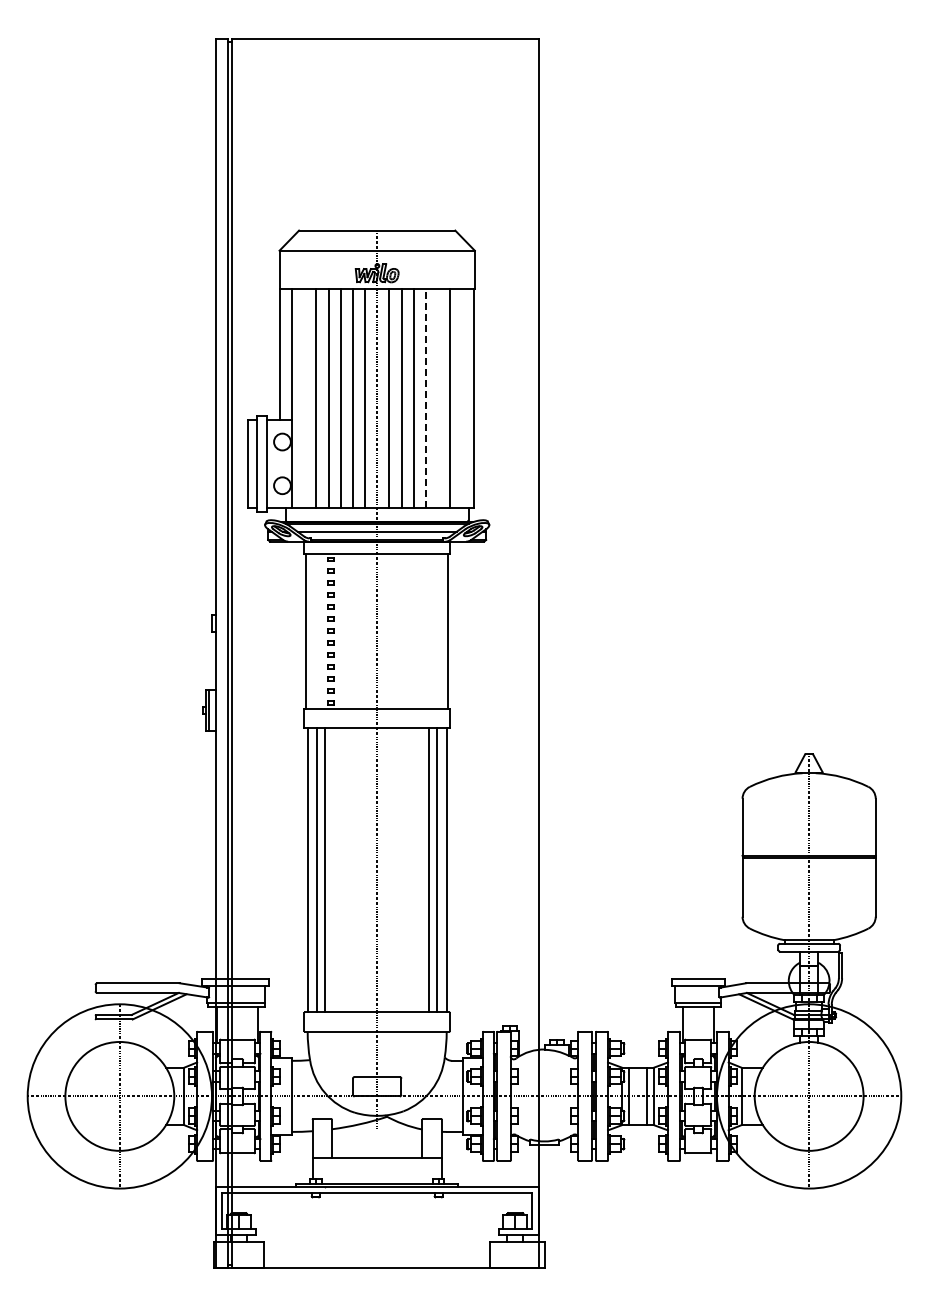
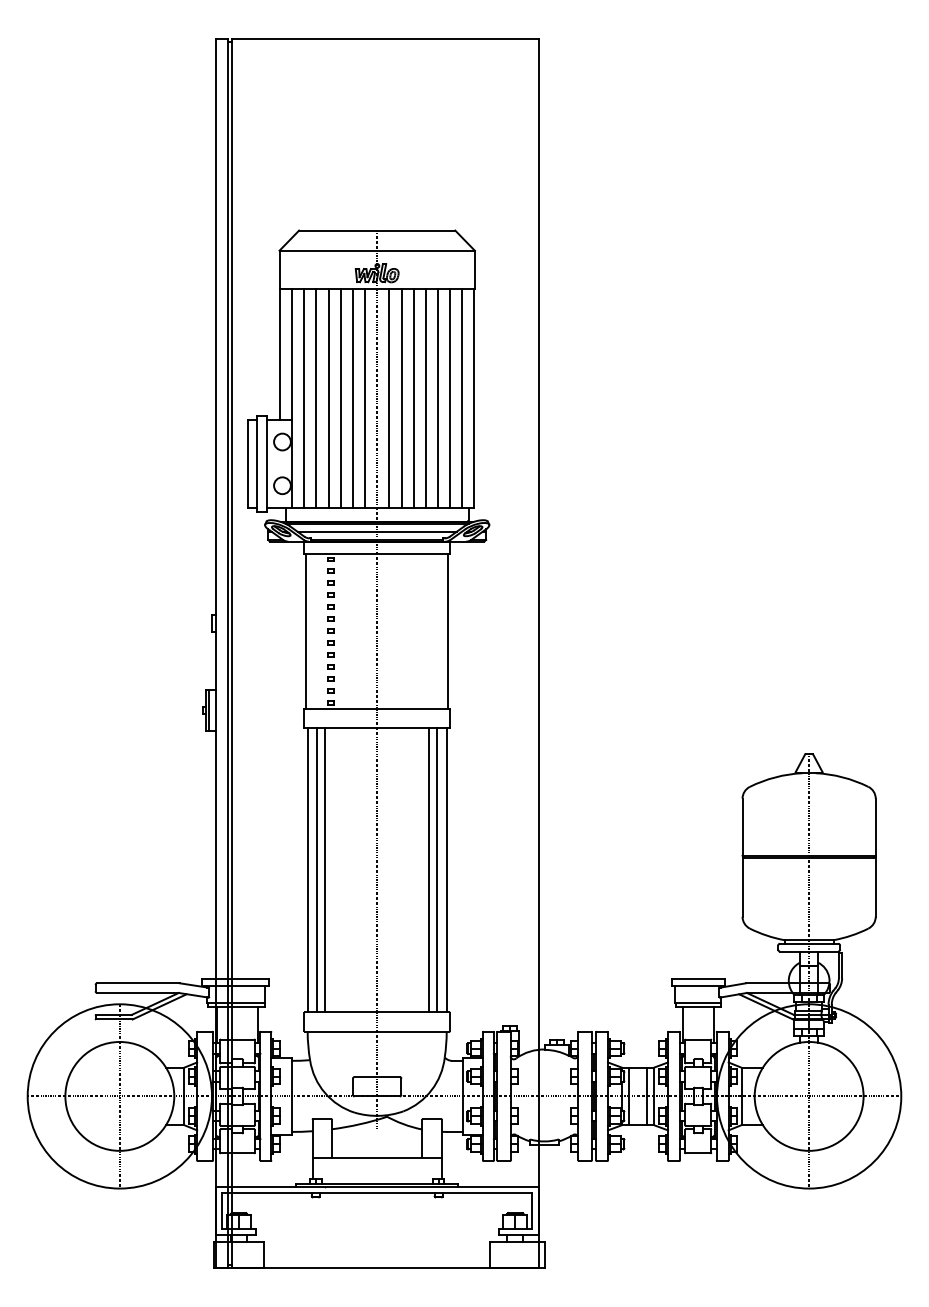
line at (304, 397): none -> present
line at (425, 397): dashed -> solid
line at (437, 397): none -> present
line at (462, 397): none -> present
